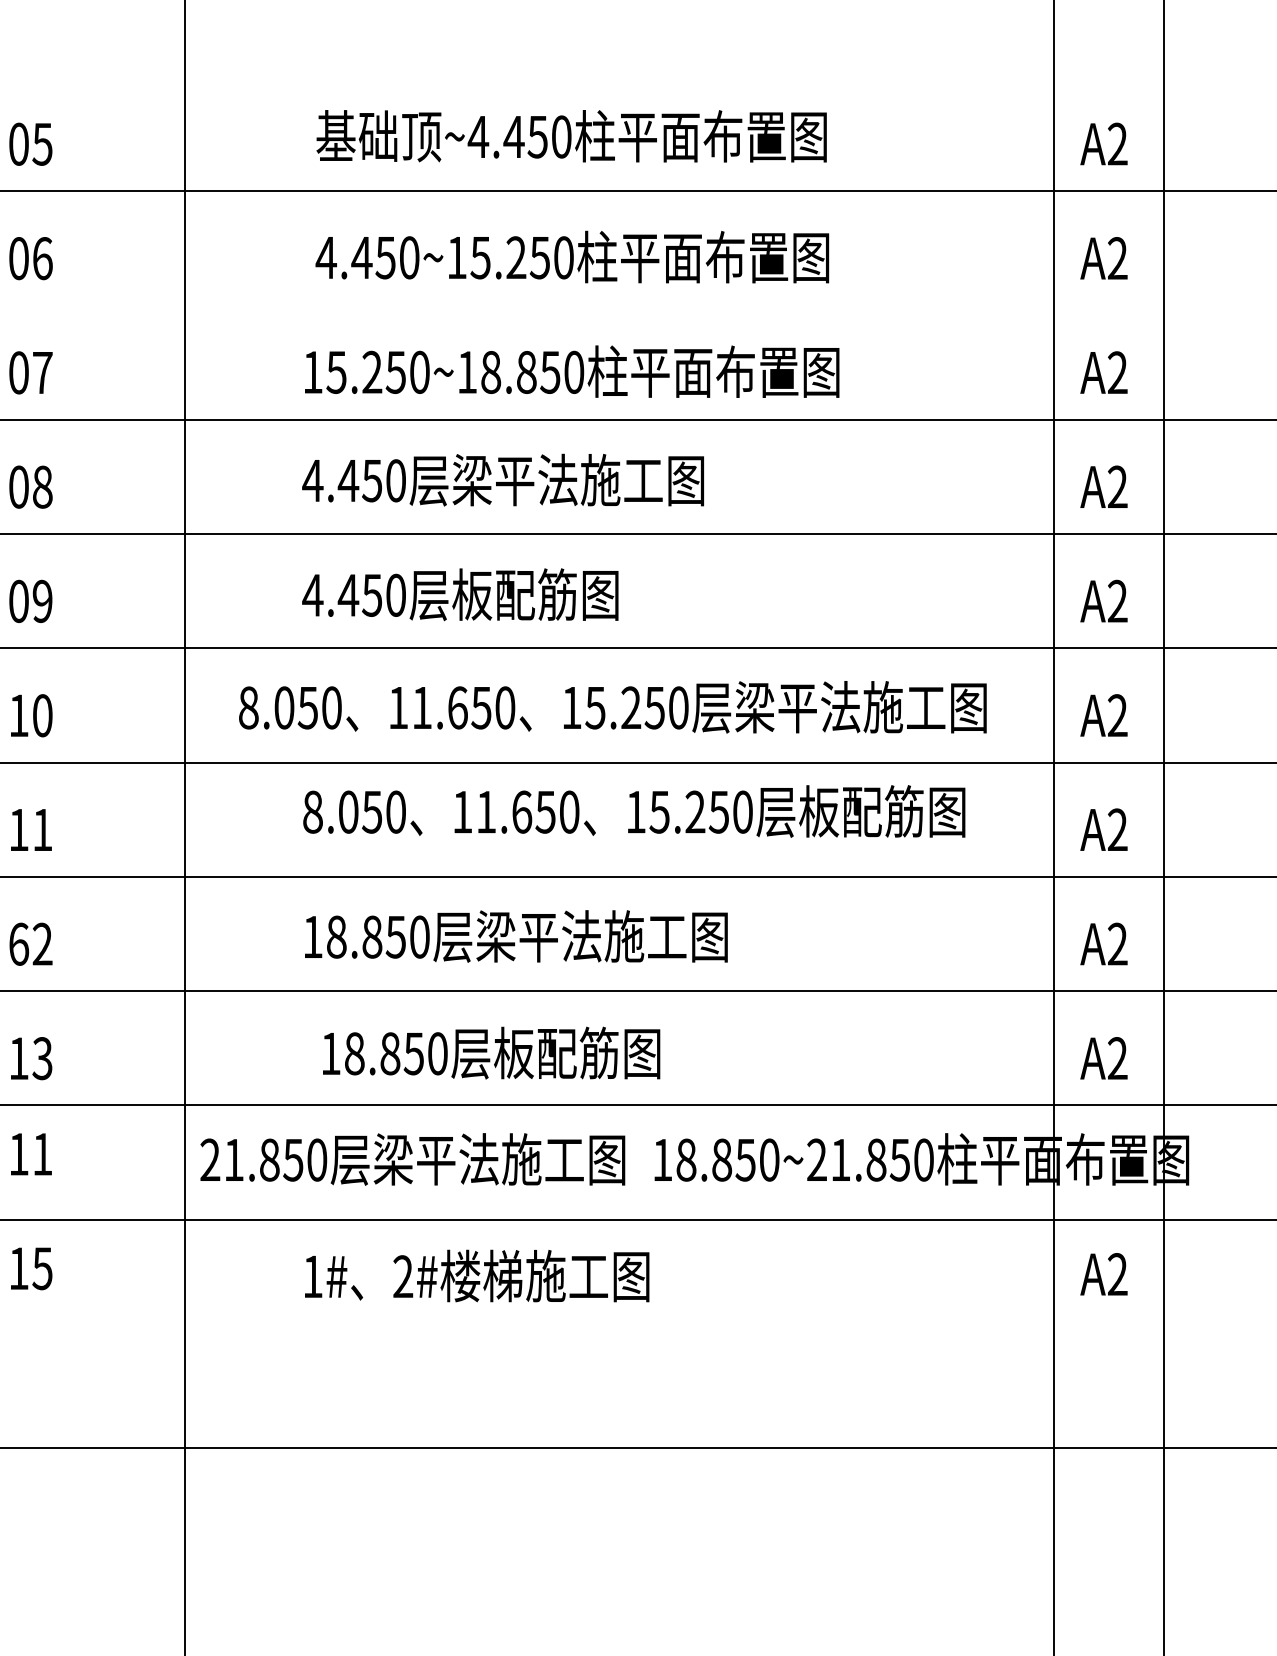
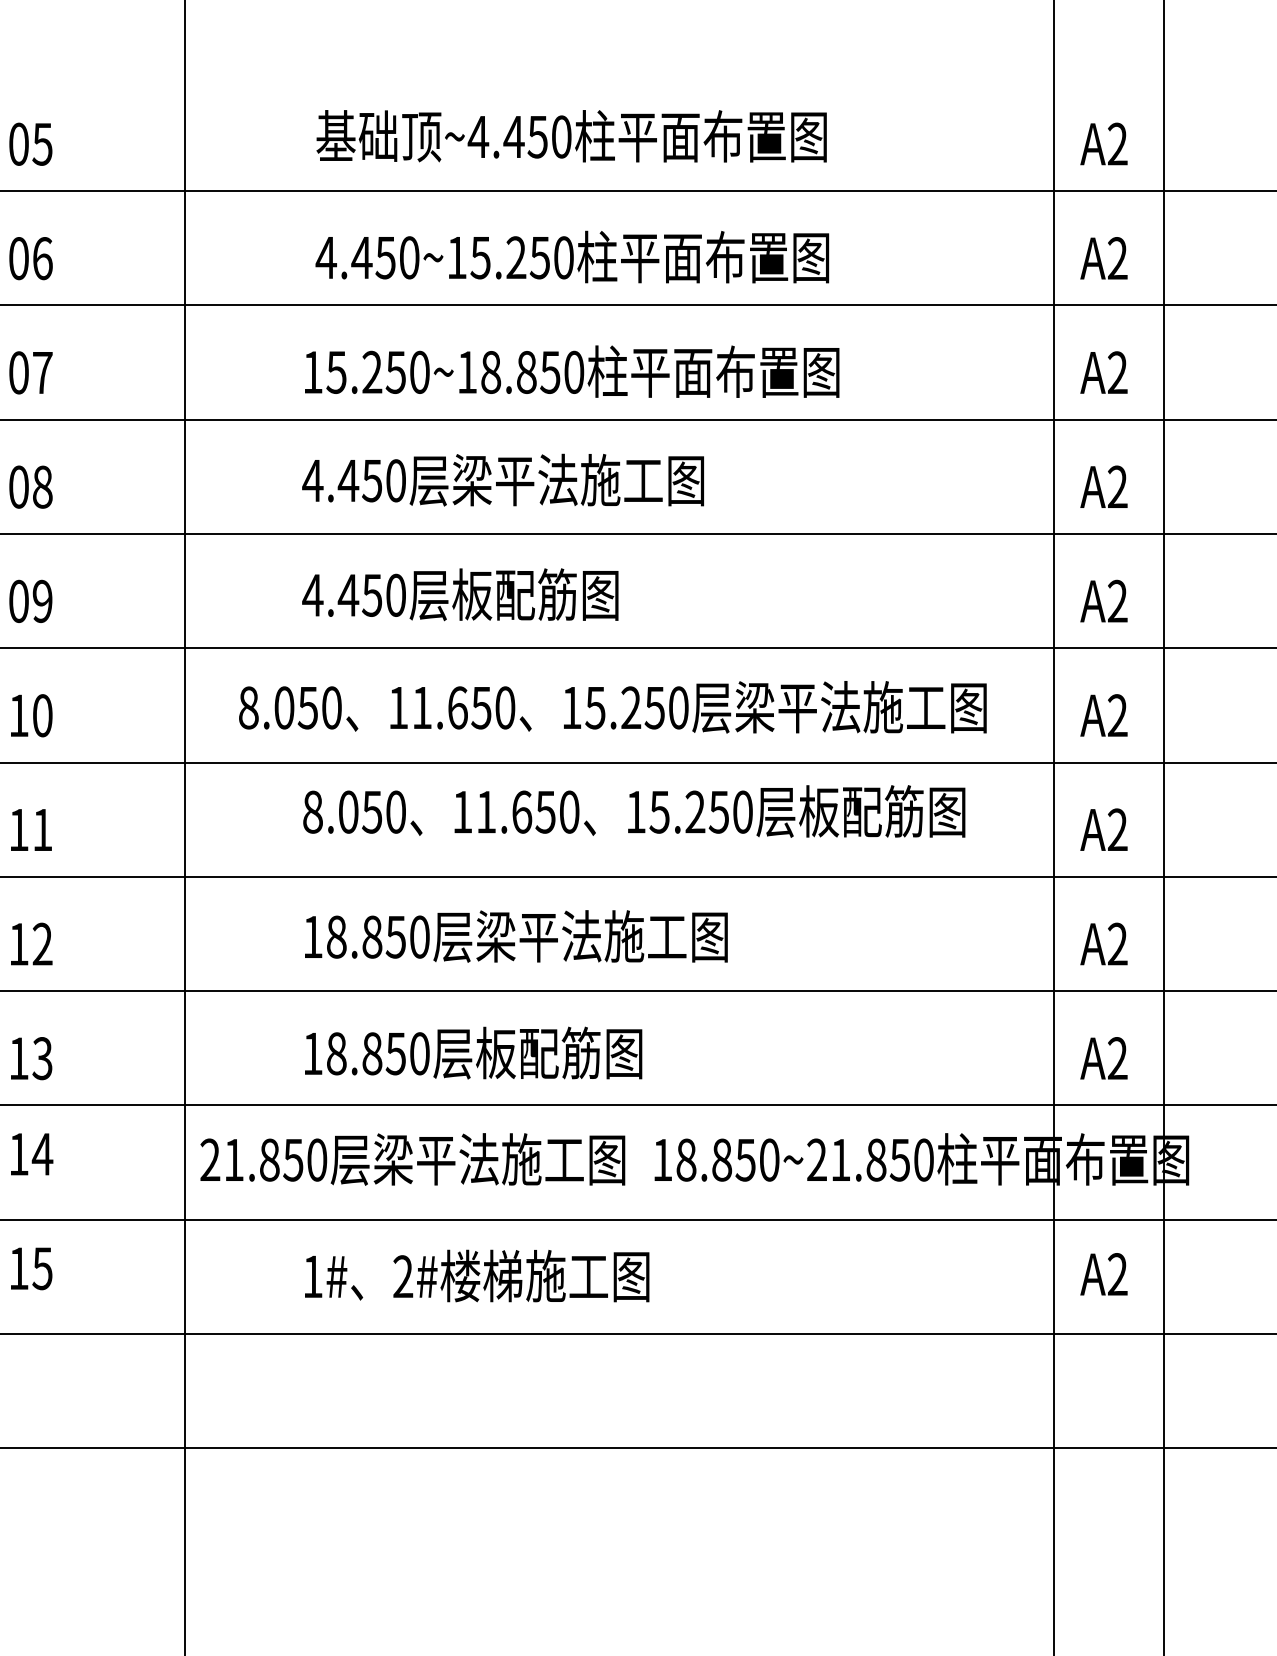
line at (637, 305): none -> present
text at (19, 943): 62 -> 12
text at (491, 1052) position: (491, 1052) -> (473, 1052)
text at (42, 1154): 11 -> 14
line at (637, 1334): none -> present
